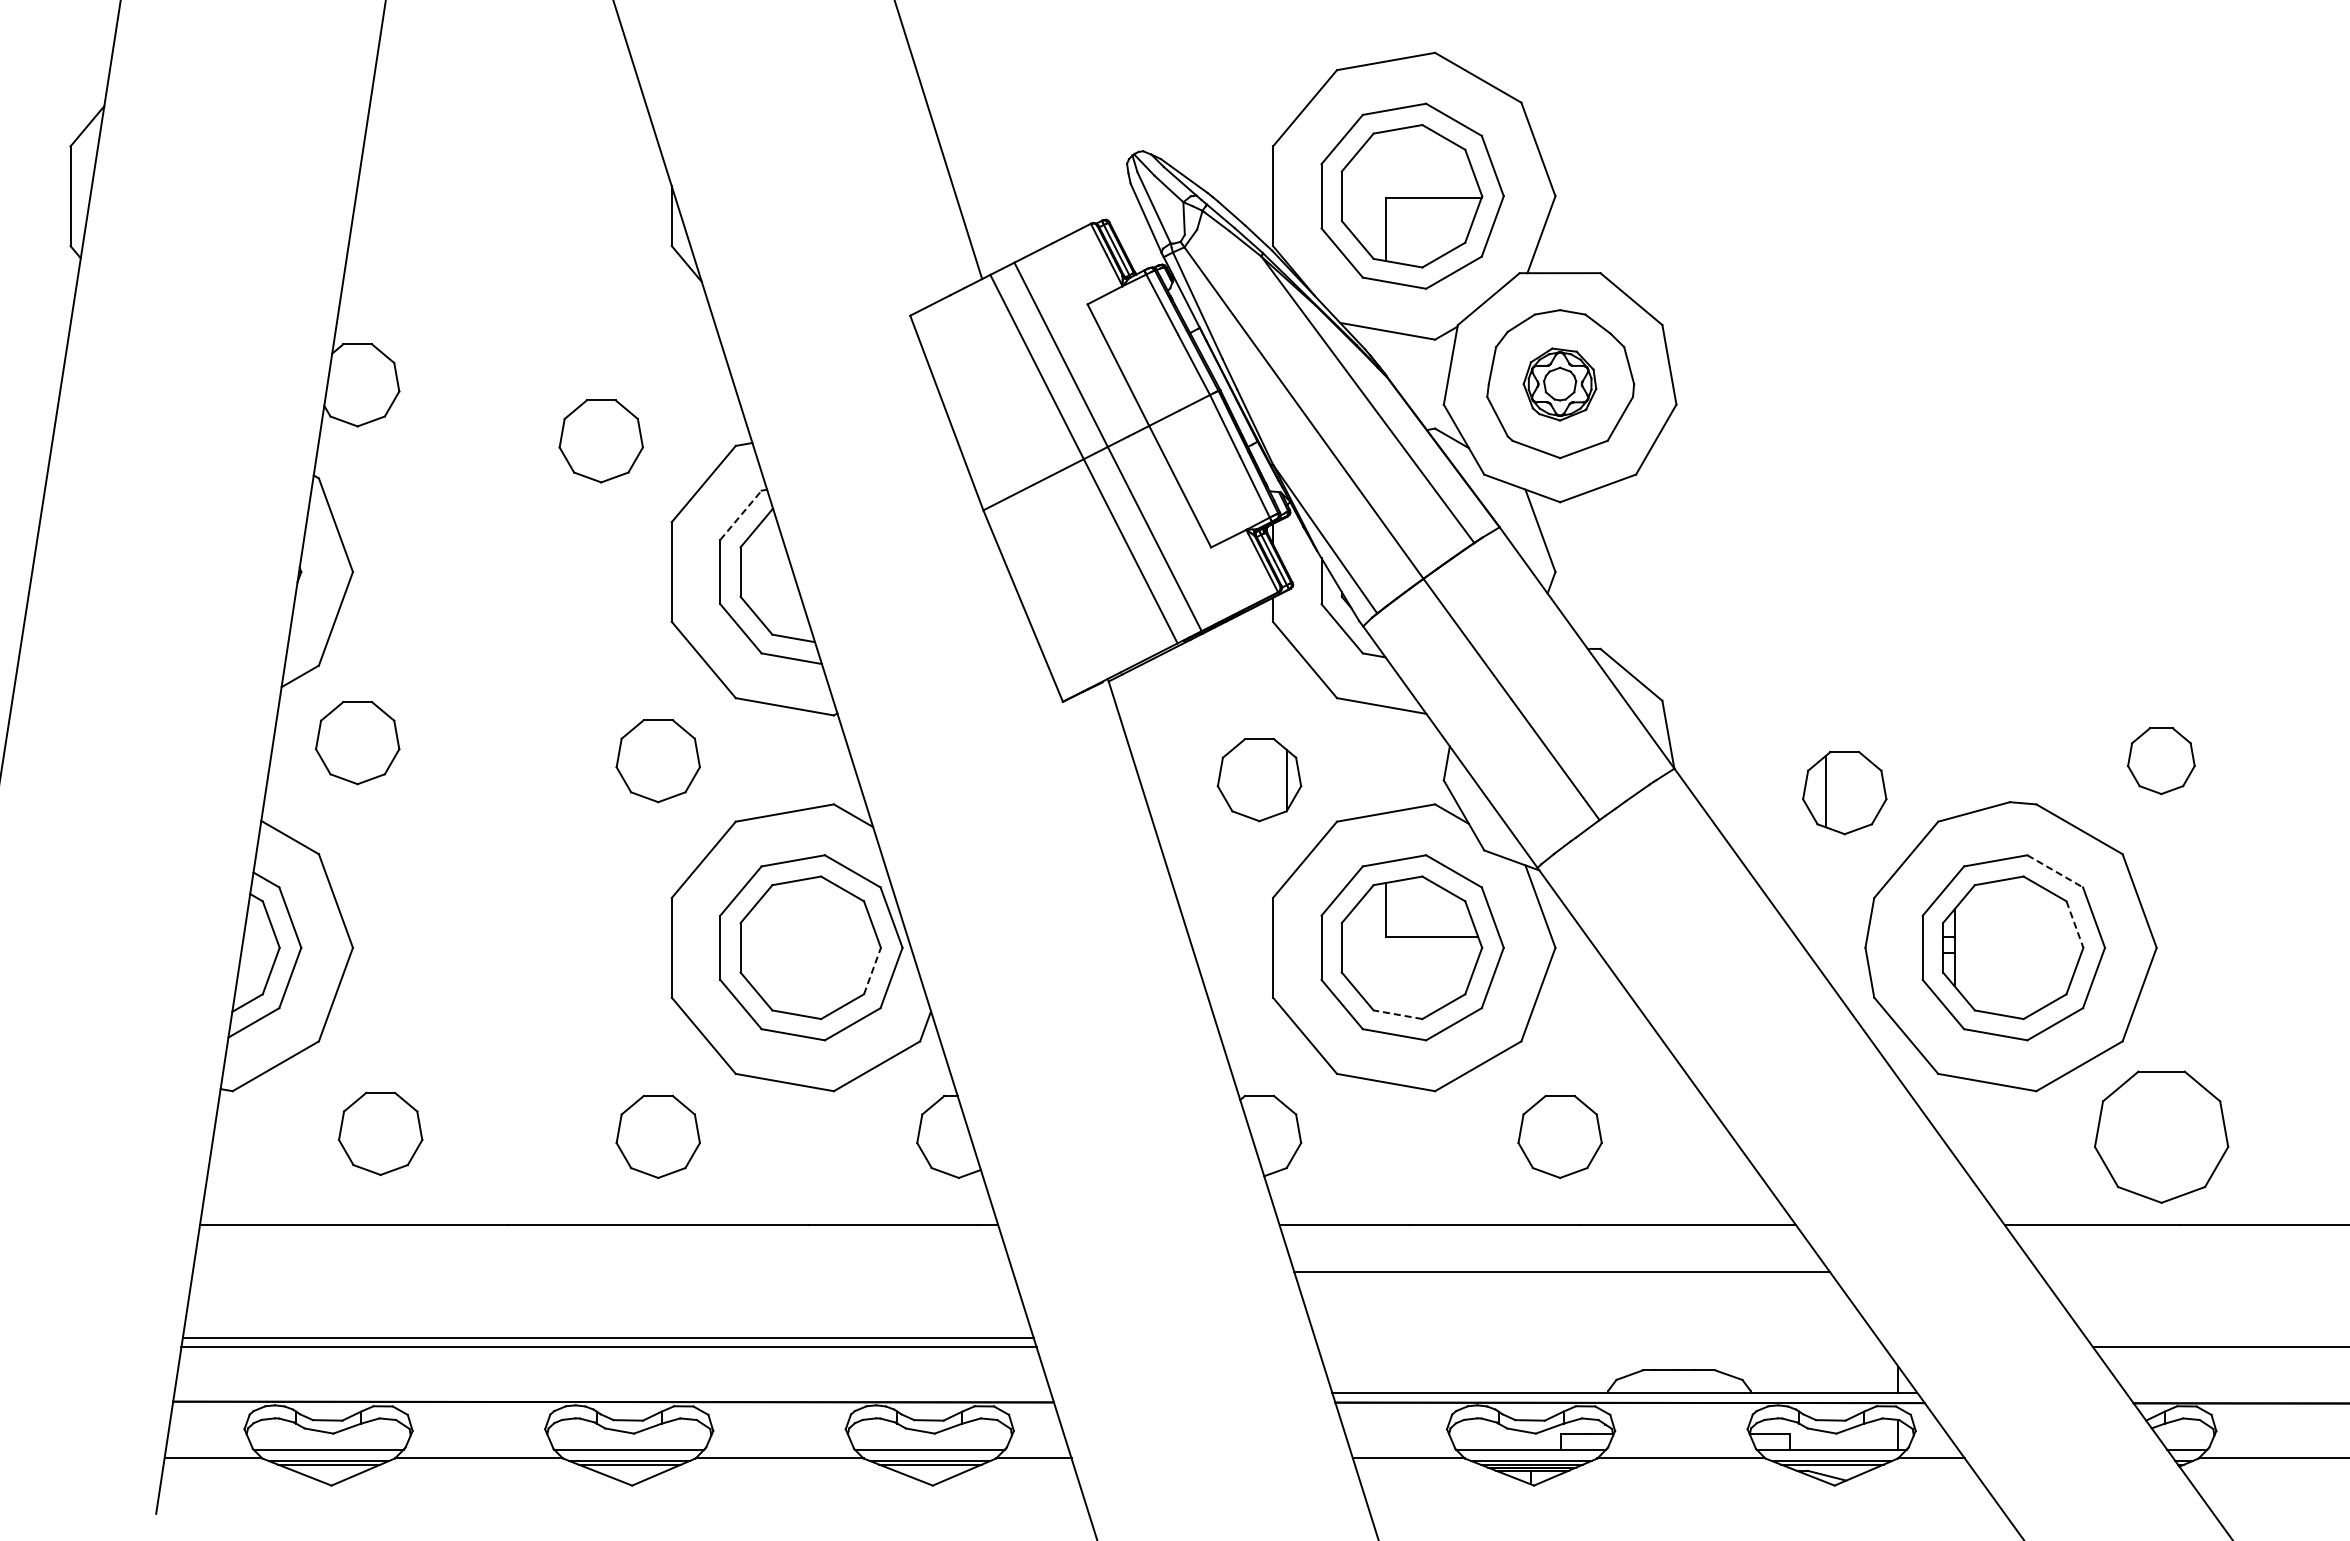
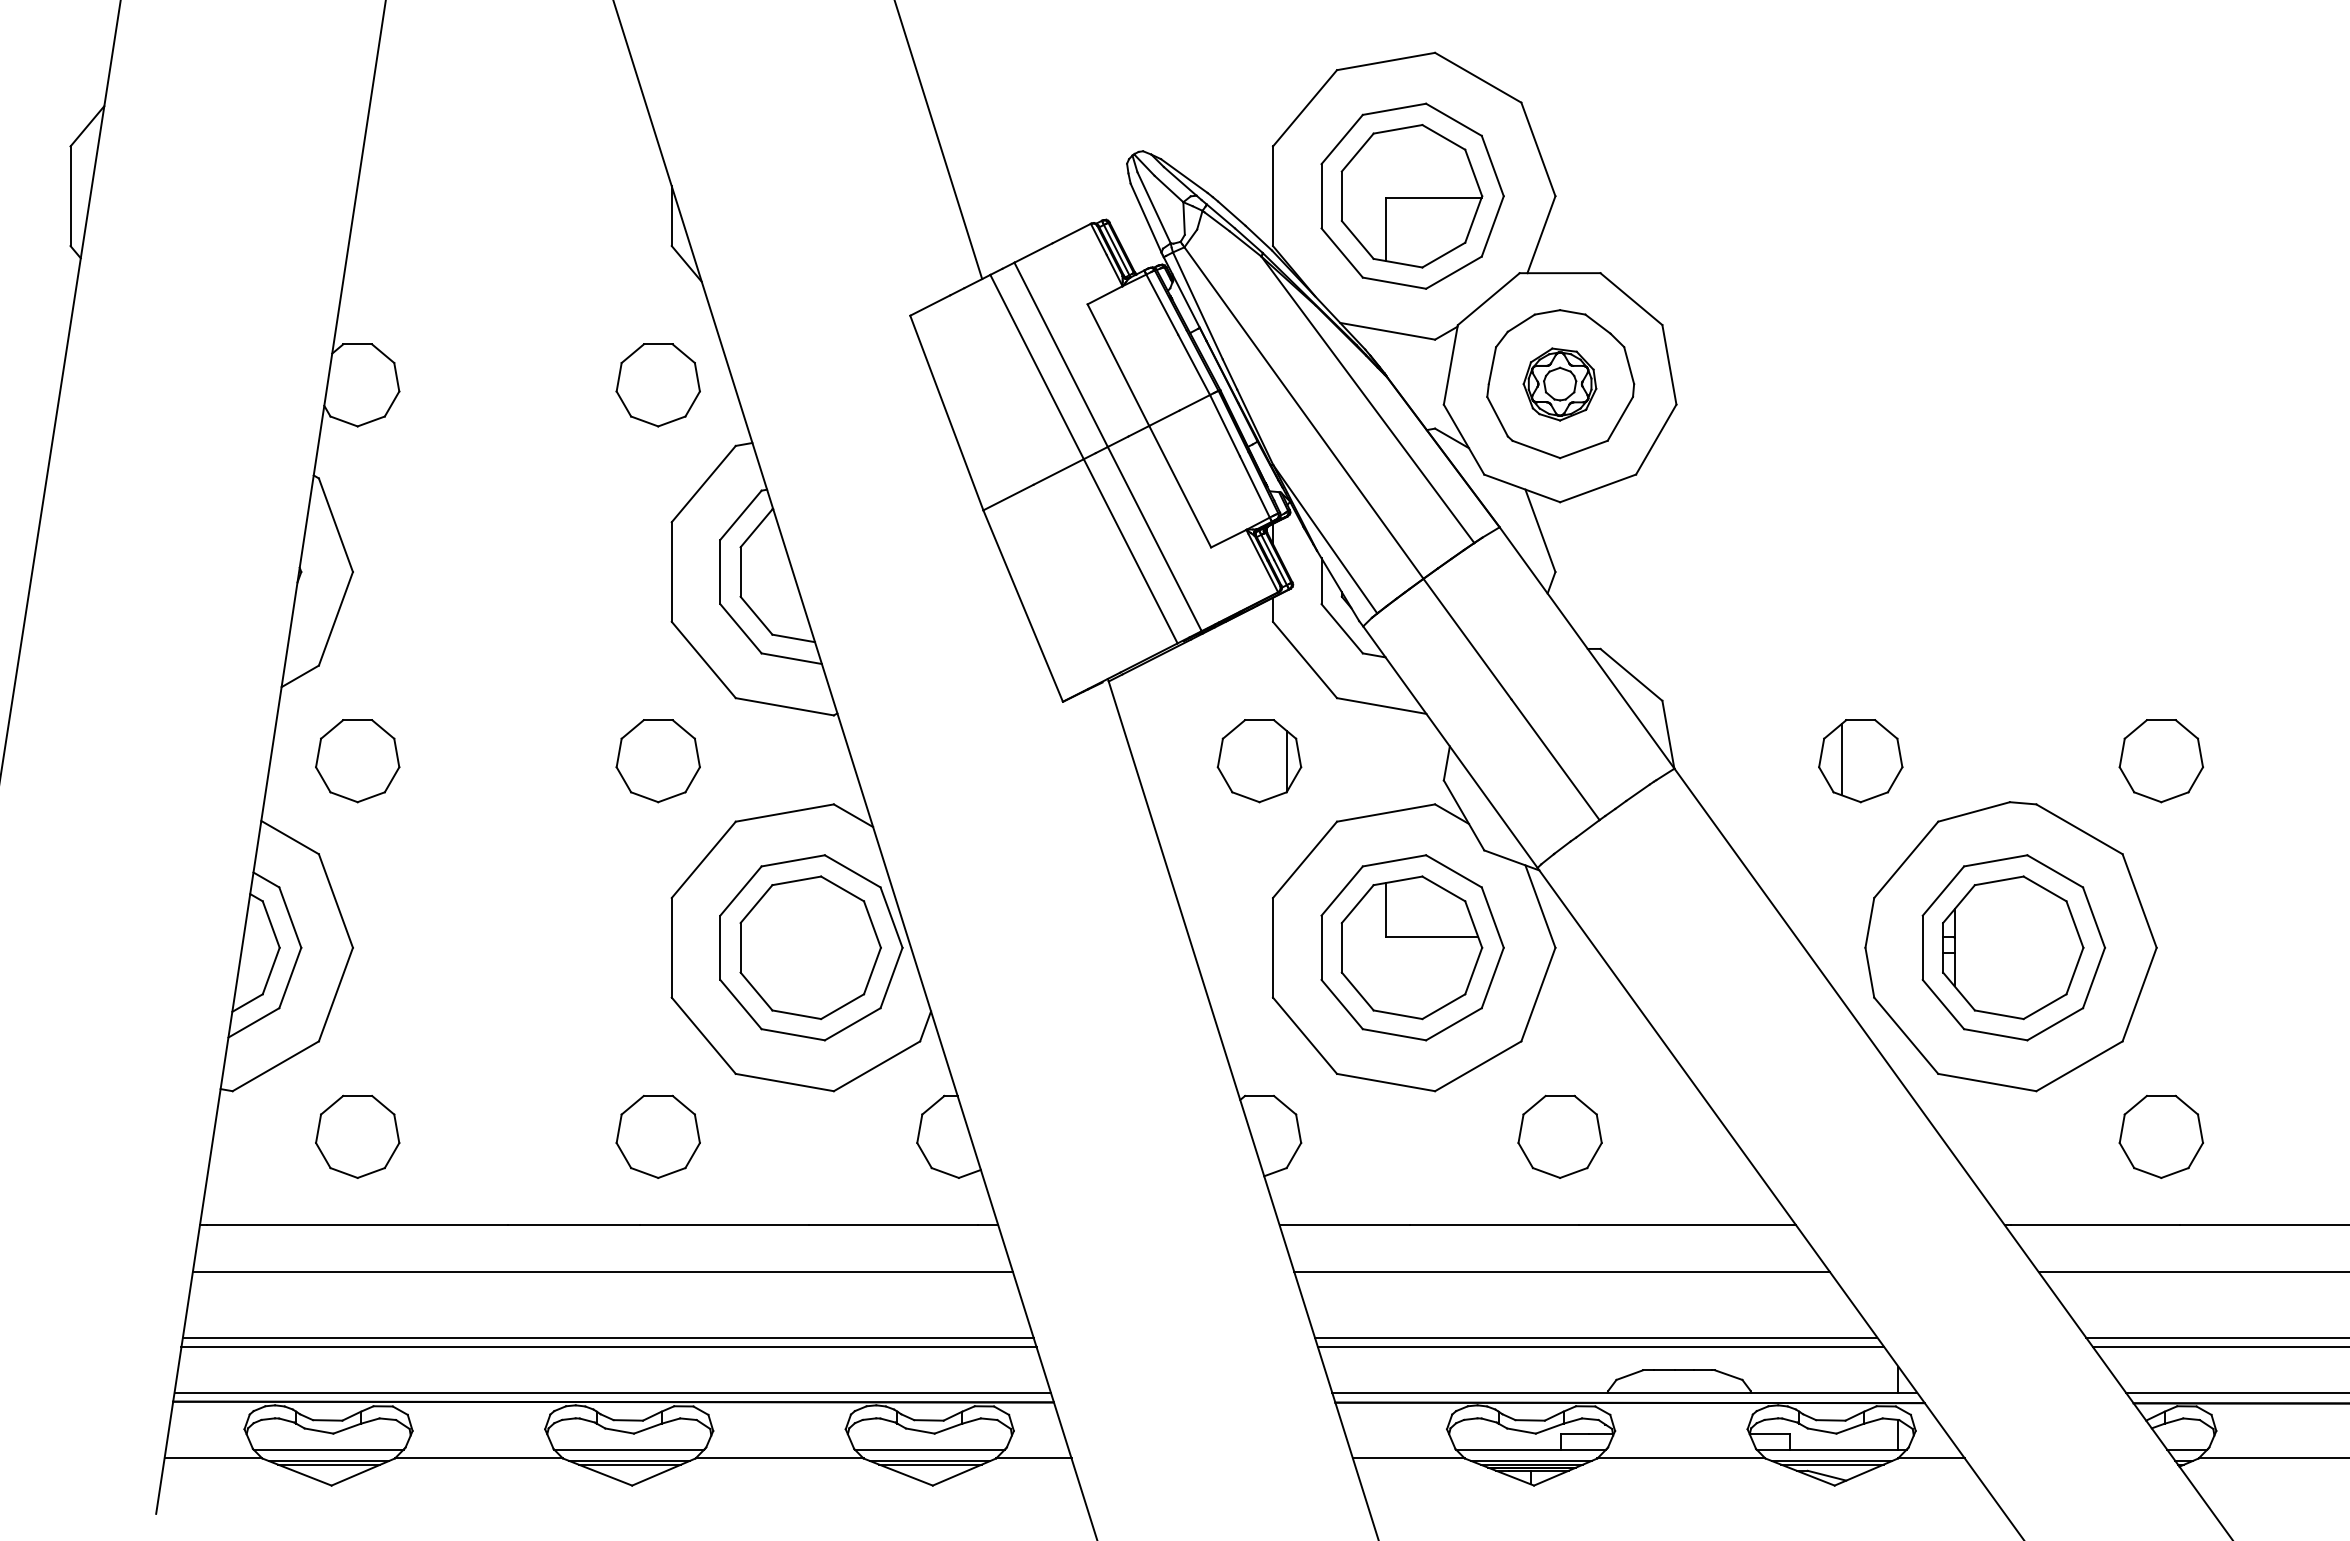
part at (600, 441) position: (600, 441) -> (657, 385)
line at (741, 514): dashed -> solid
part at (357, 743) position: (357, 743) -> (357, 761)
part at (2161, 761) size: 69x69 px -> 87x85 px
part at (1259, 780) position: (1259, 780) -> (1259, 761)
part at (1844, 793) position: (1844, 793) -> (1860, 761)
line at (2055, 871): dashed -> solid
line at (2074, 924): dashed -> solid
line at (872, 971): dashed -> solid
line at (1398, 1014): dashed -> solid
part at (380, 1133) position: (380, 1133) -> (357, 1136)
part at (2161, 1136) size: 136x134 px -> 86x85 px
line at (602, 1271): none -> present
line at (2192, 1271): none -> present
line at (1595, 1337): none -> present
line at (2216, 1337): none -> present
line at (1600, 1347): none -> present
line at (612, 1392): none -> present
line at (2235, 1392): none -> present
